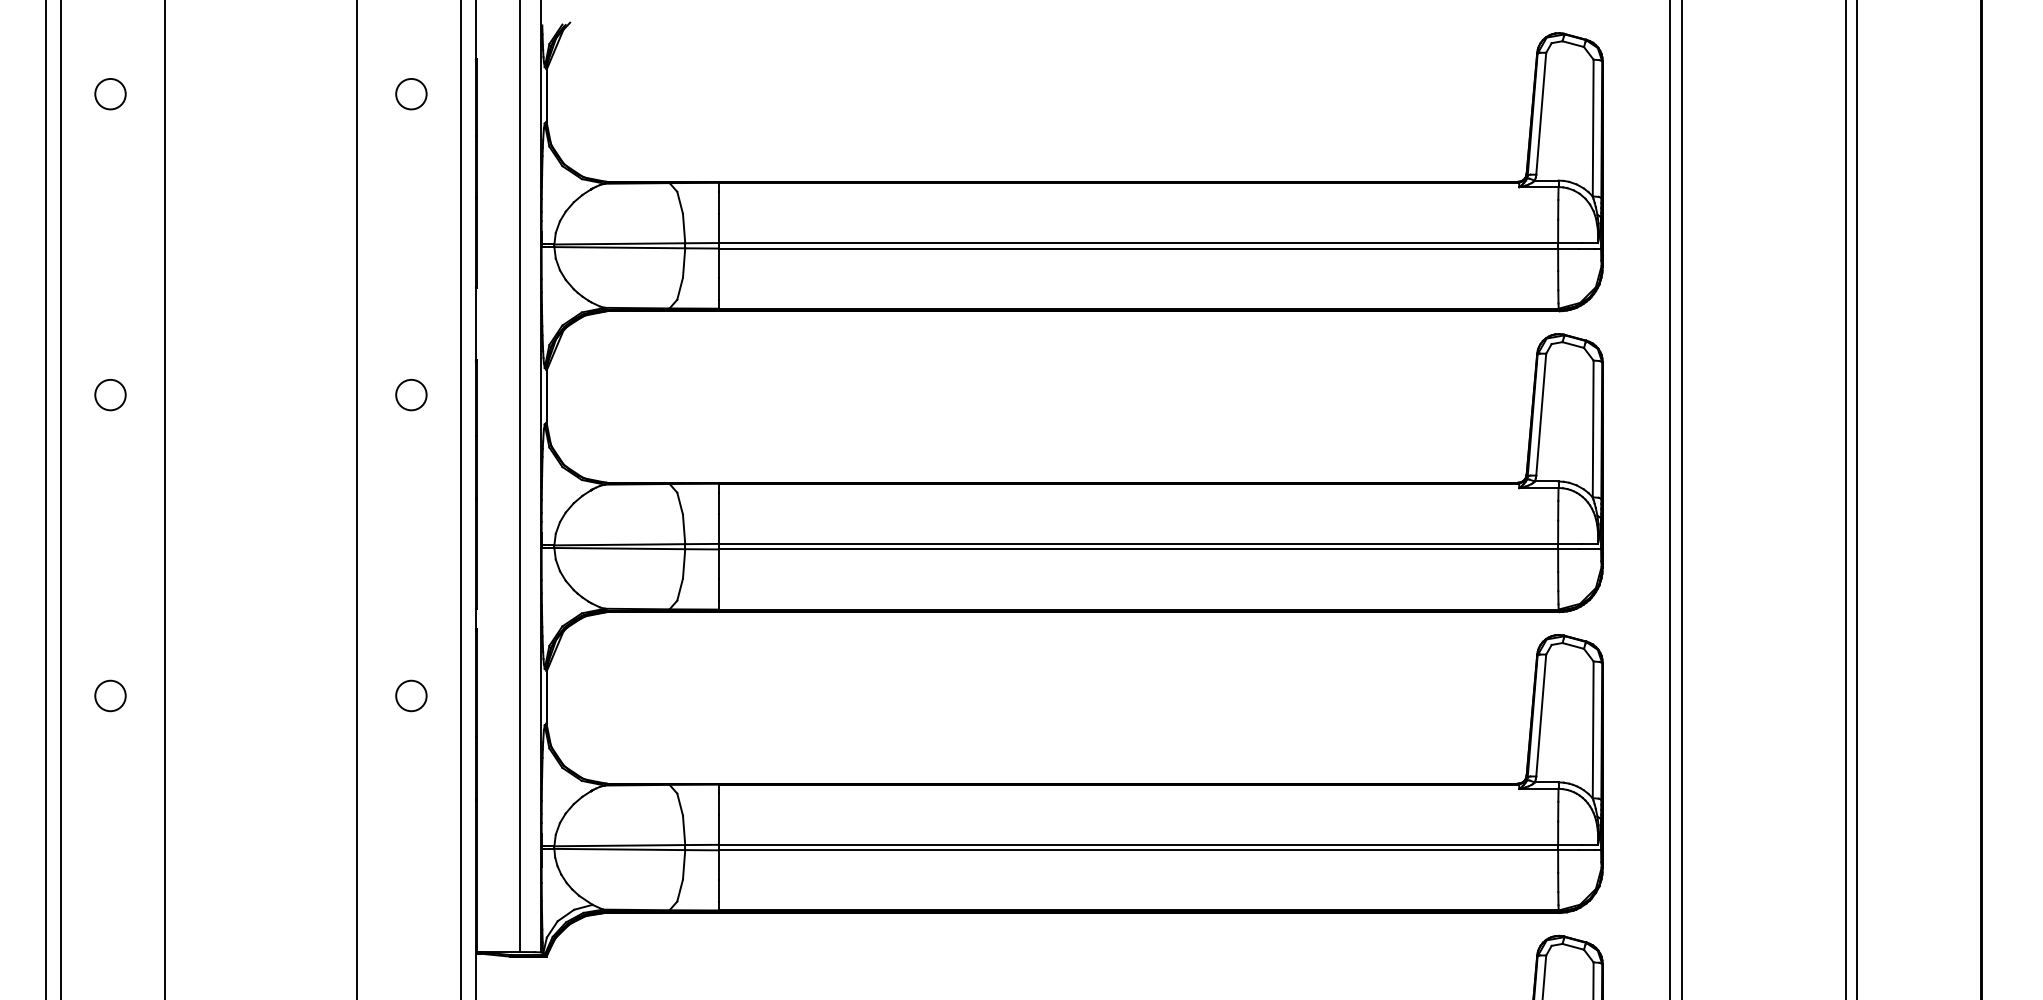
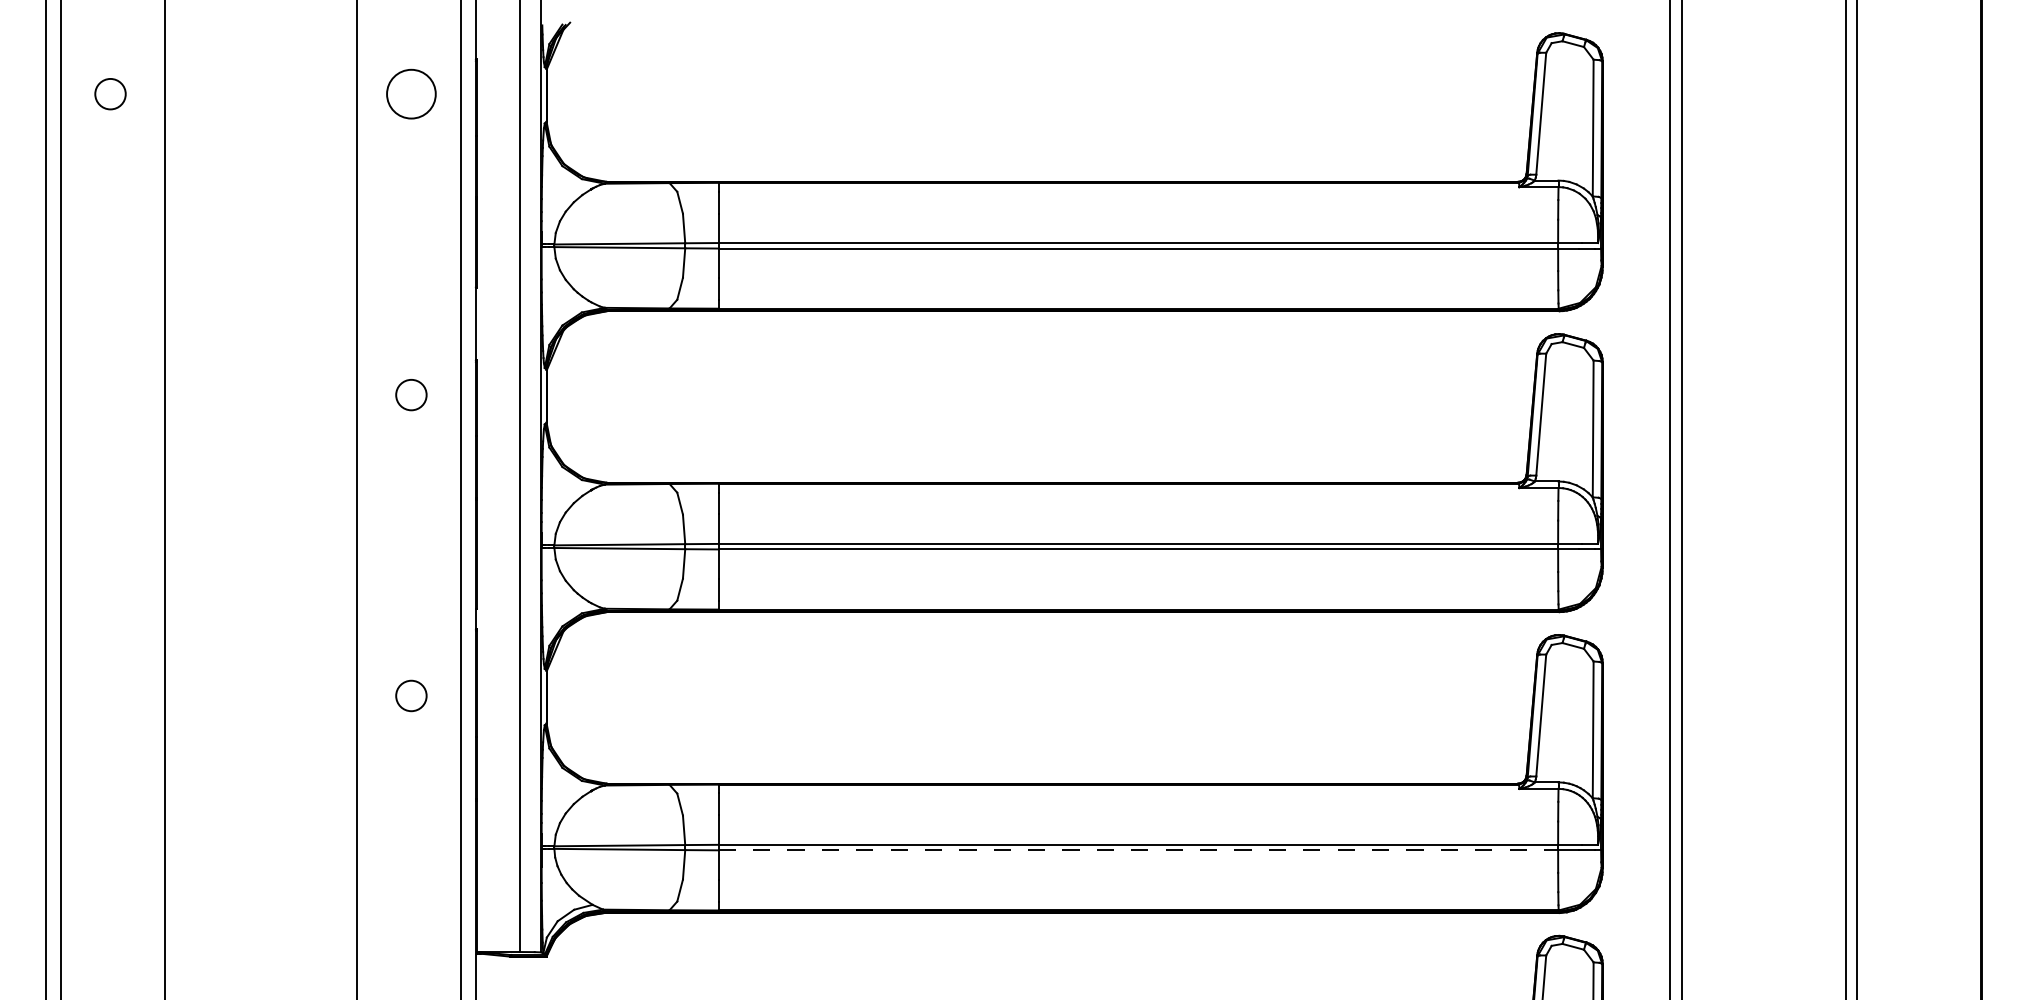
circle at (411, 93) diameter: 30 px -> 49 px
circle at (110, 395): present -> none
circle at (110, 695): present -> none
line at (1138, 850): solid -> dashed
